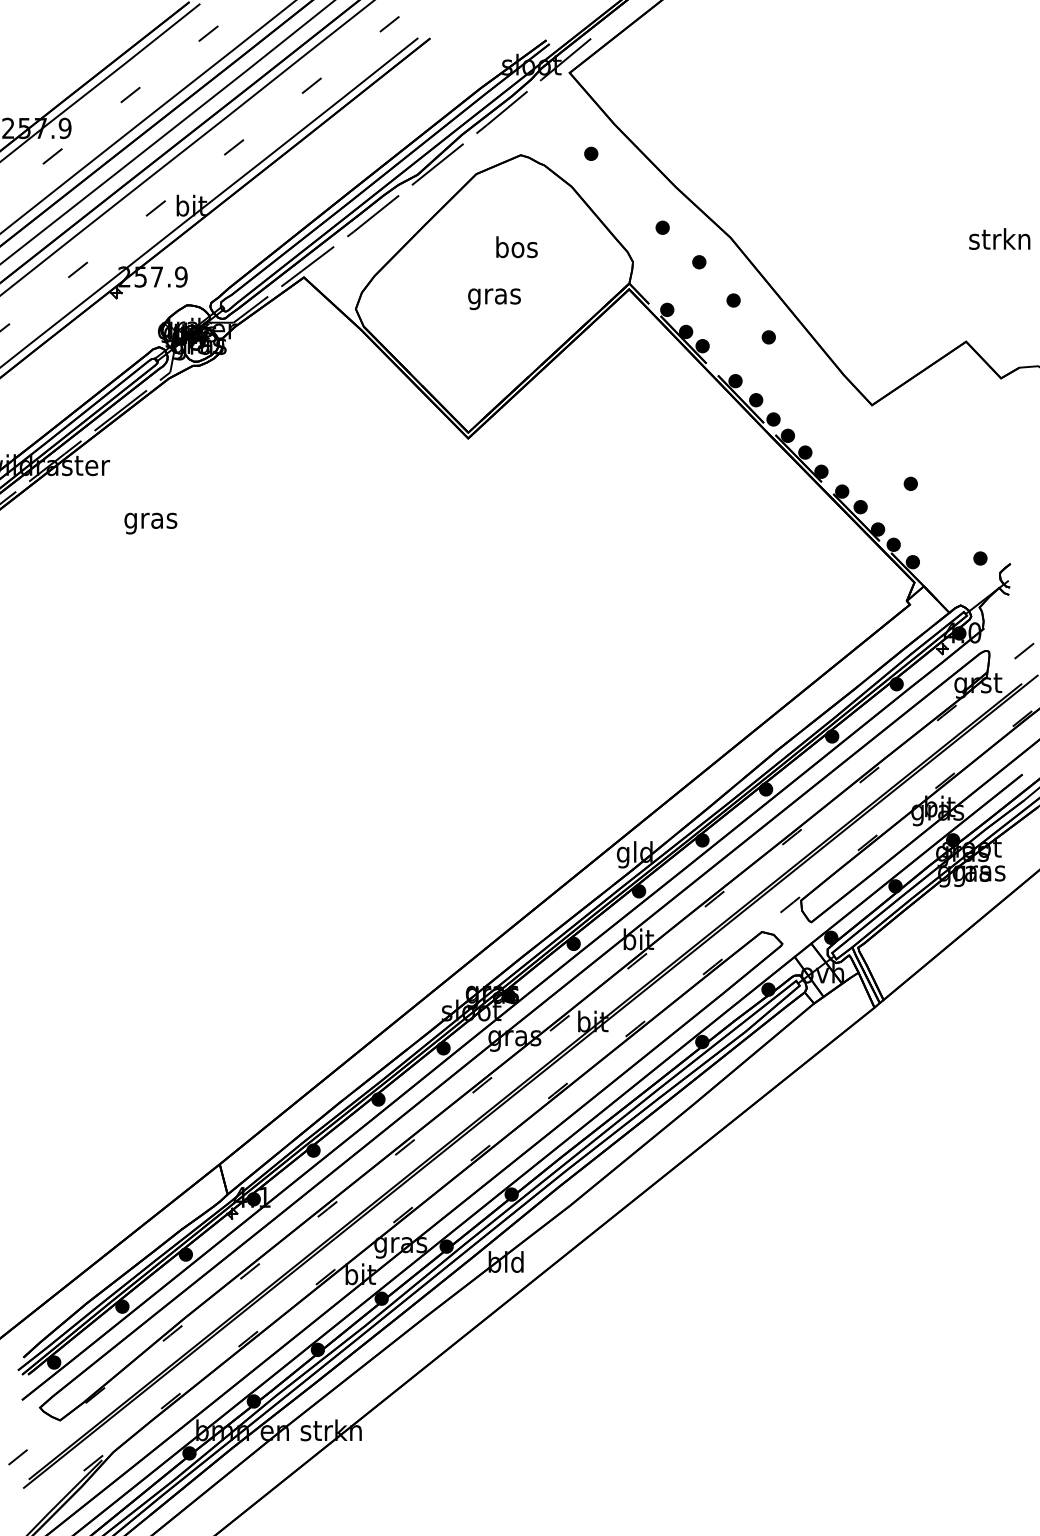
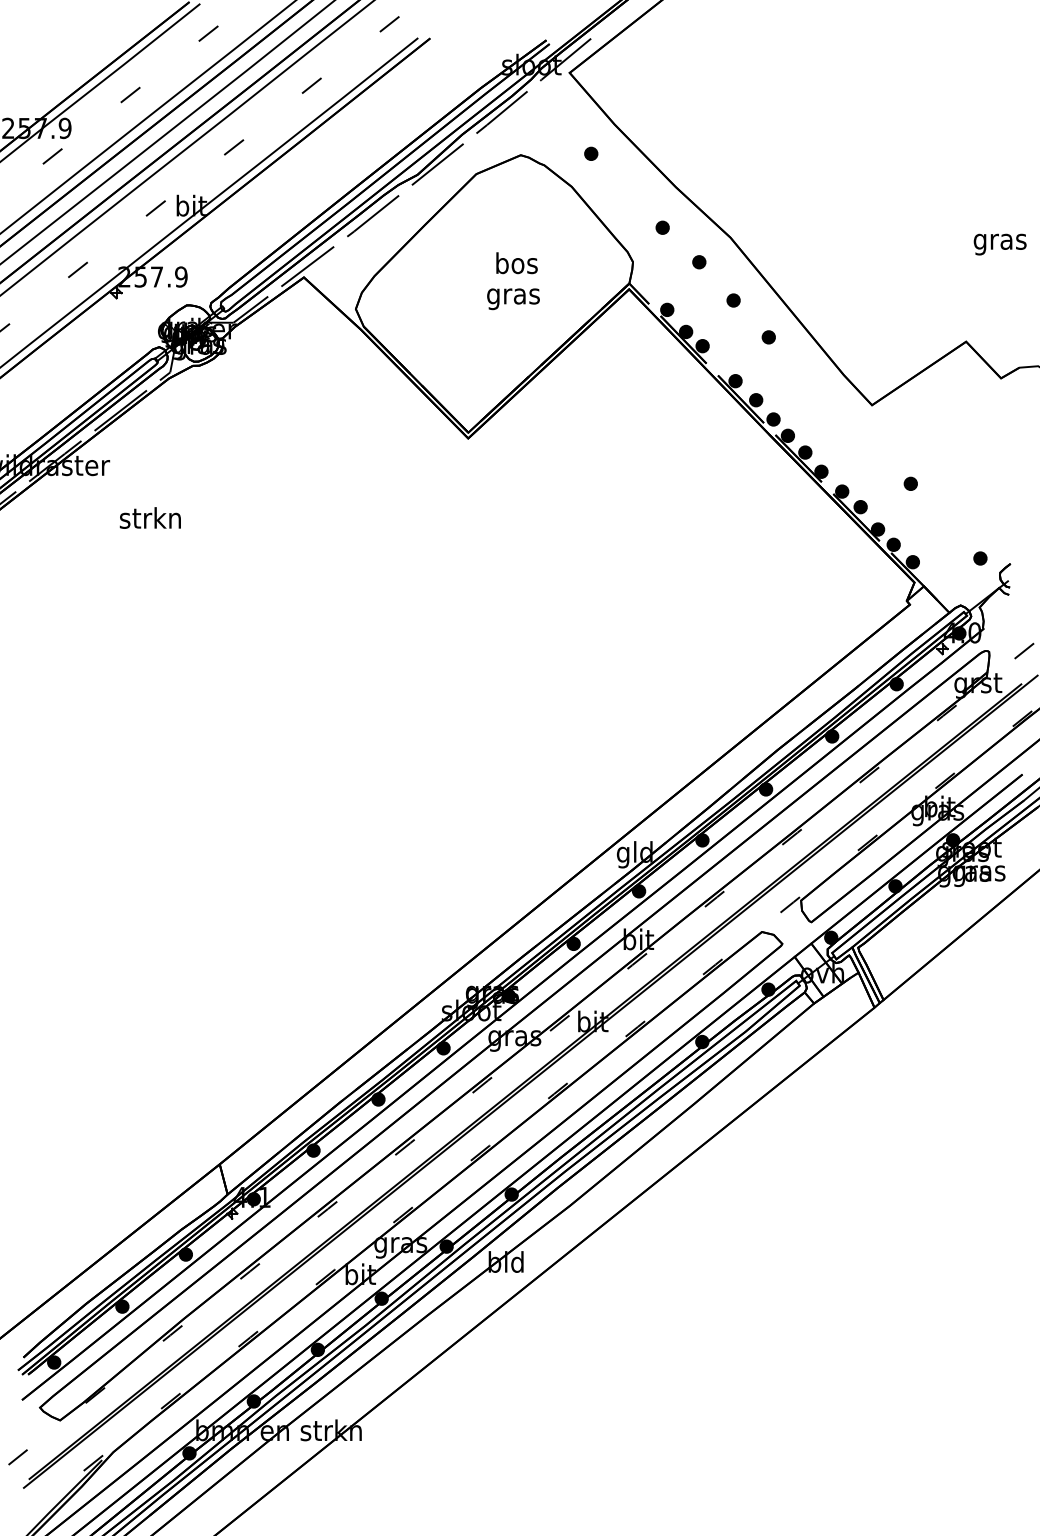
text at (999, 241): strkn -> gras
text at (516, 247) position: (516, 247) -> (516, 263)
text at (494, 299) position: (494, 299) -> (513, 299)
text at (149, 520): gras -> strkn
